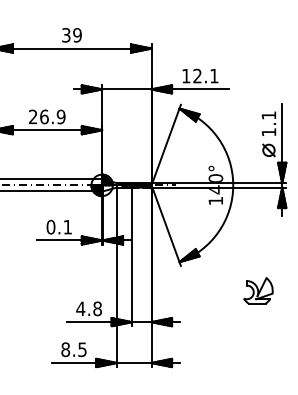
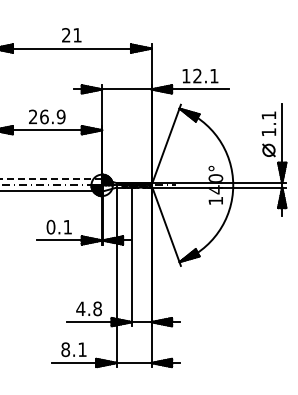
text at (71, 35): 39 -> 21
line at (51, 179): solid -> dashed
part at (258, 290): present -> none
text at (82, 349): 8.5 -> 8.1
